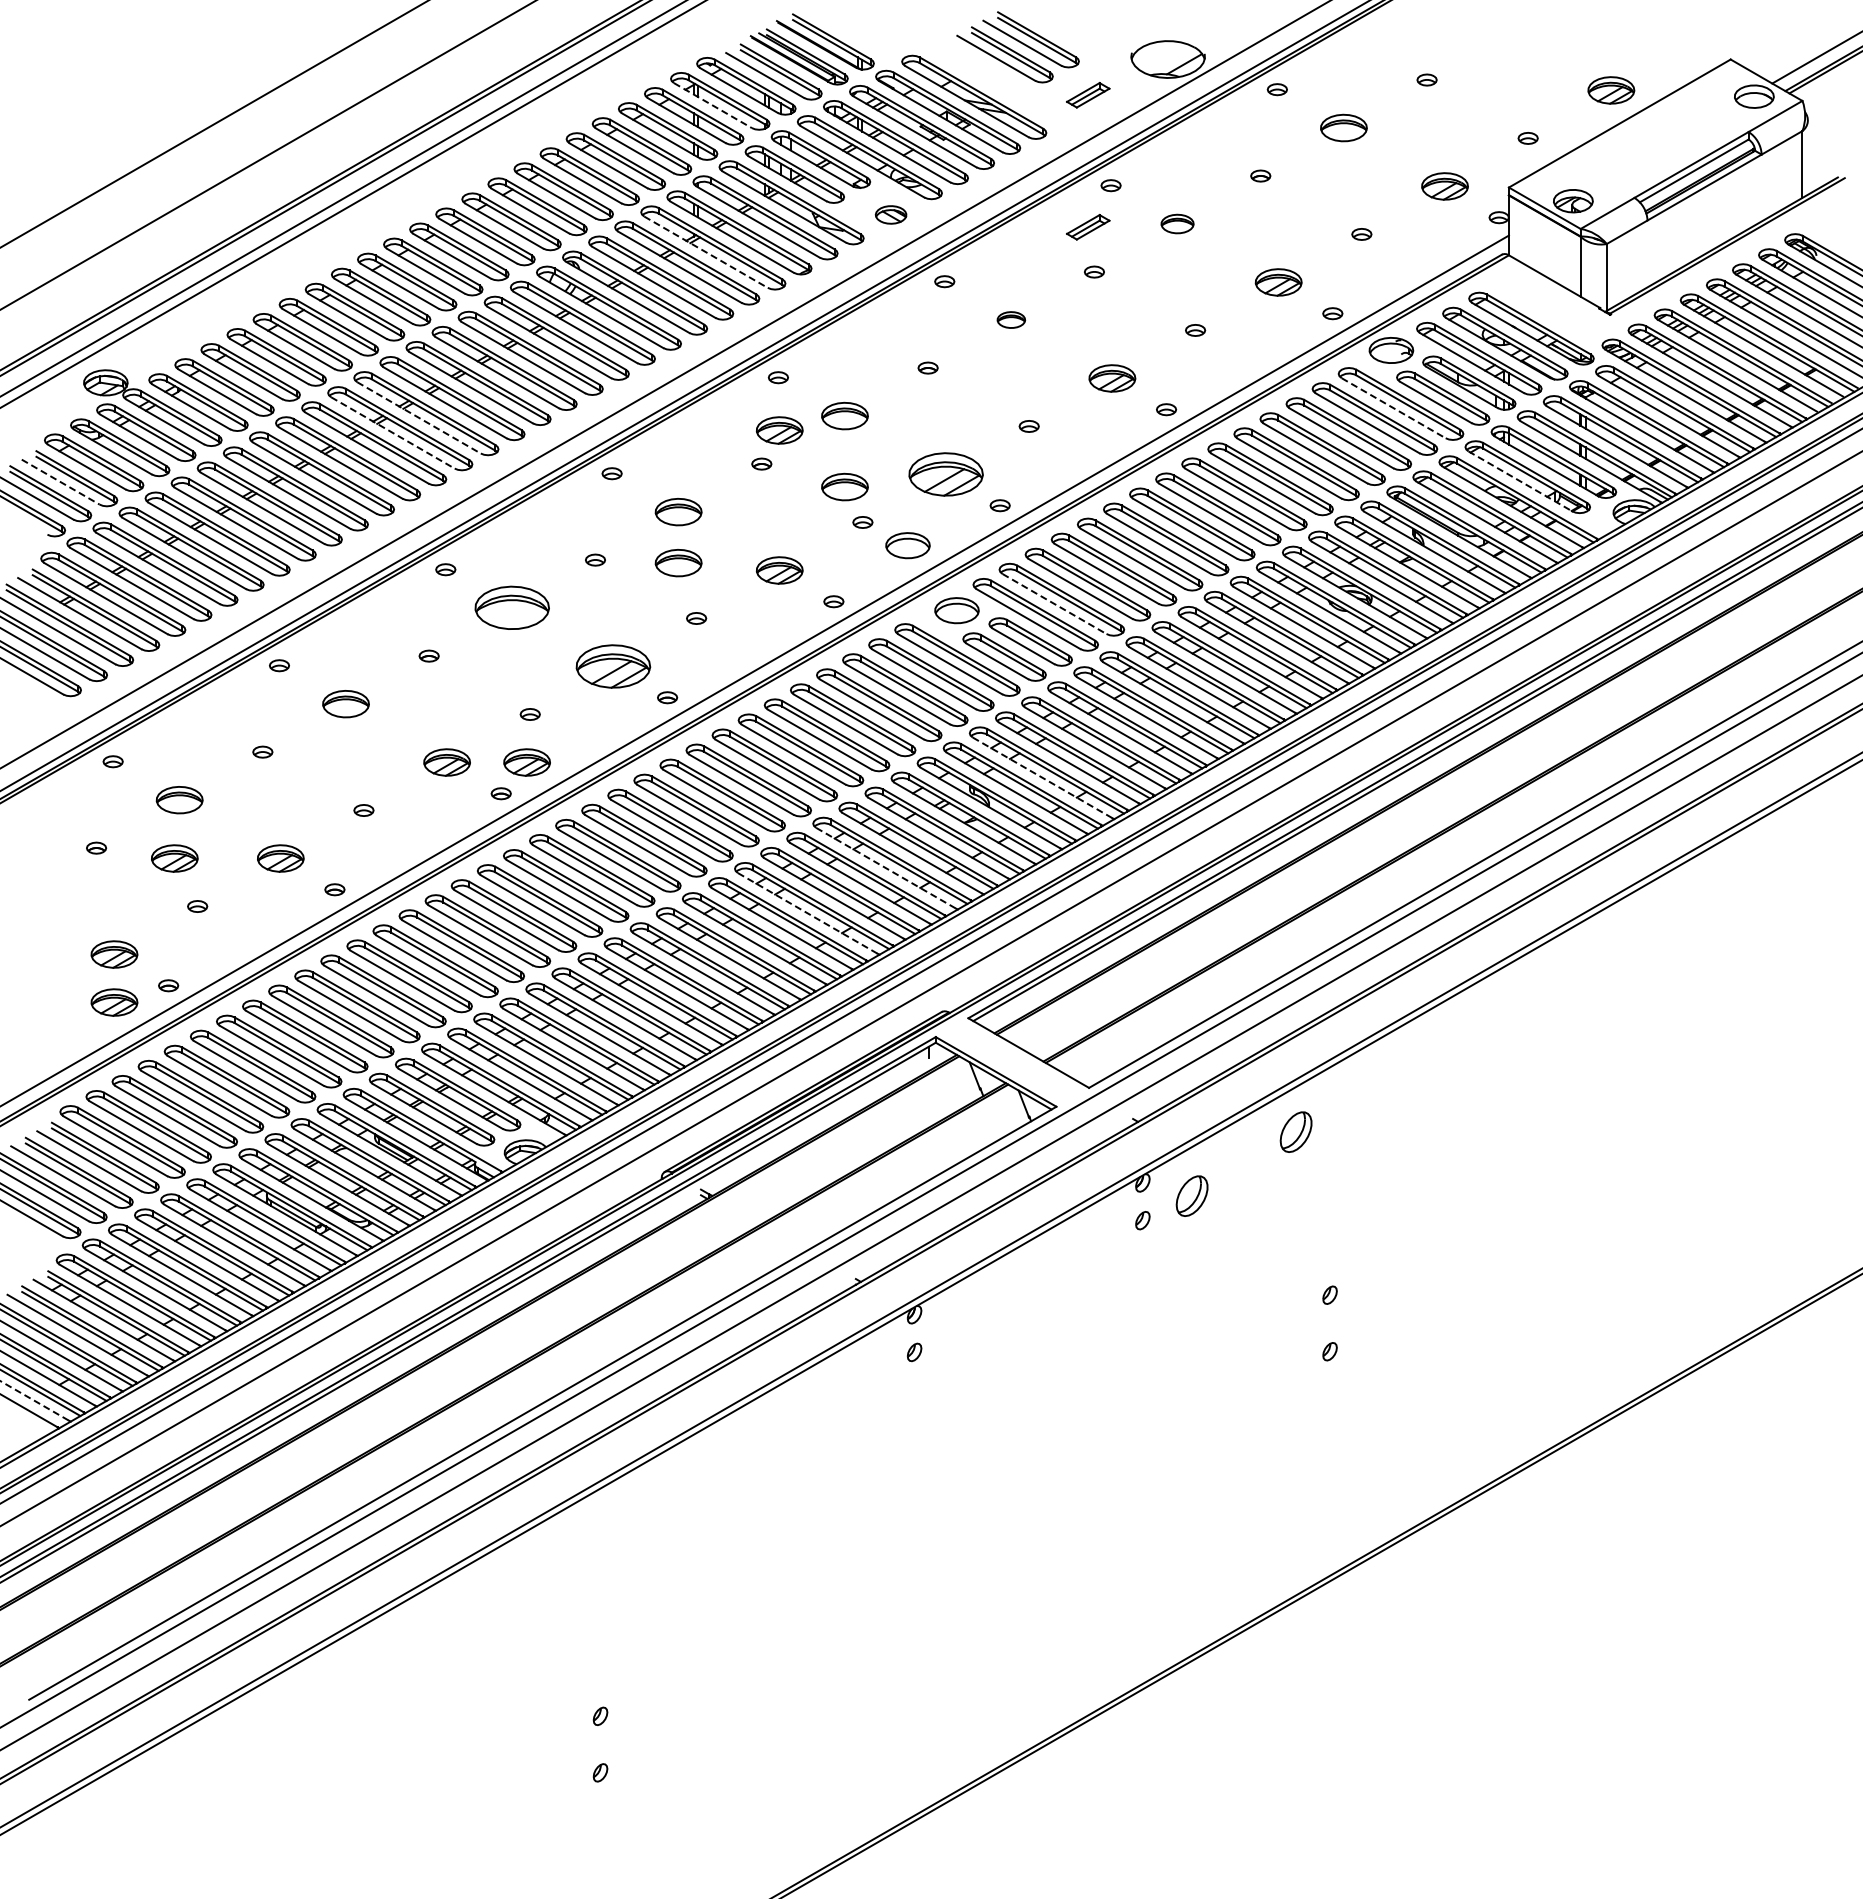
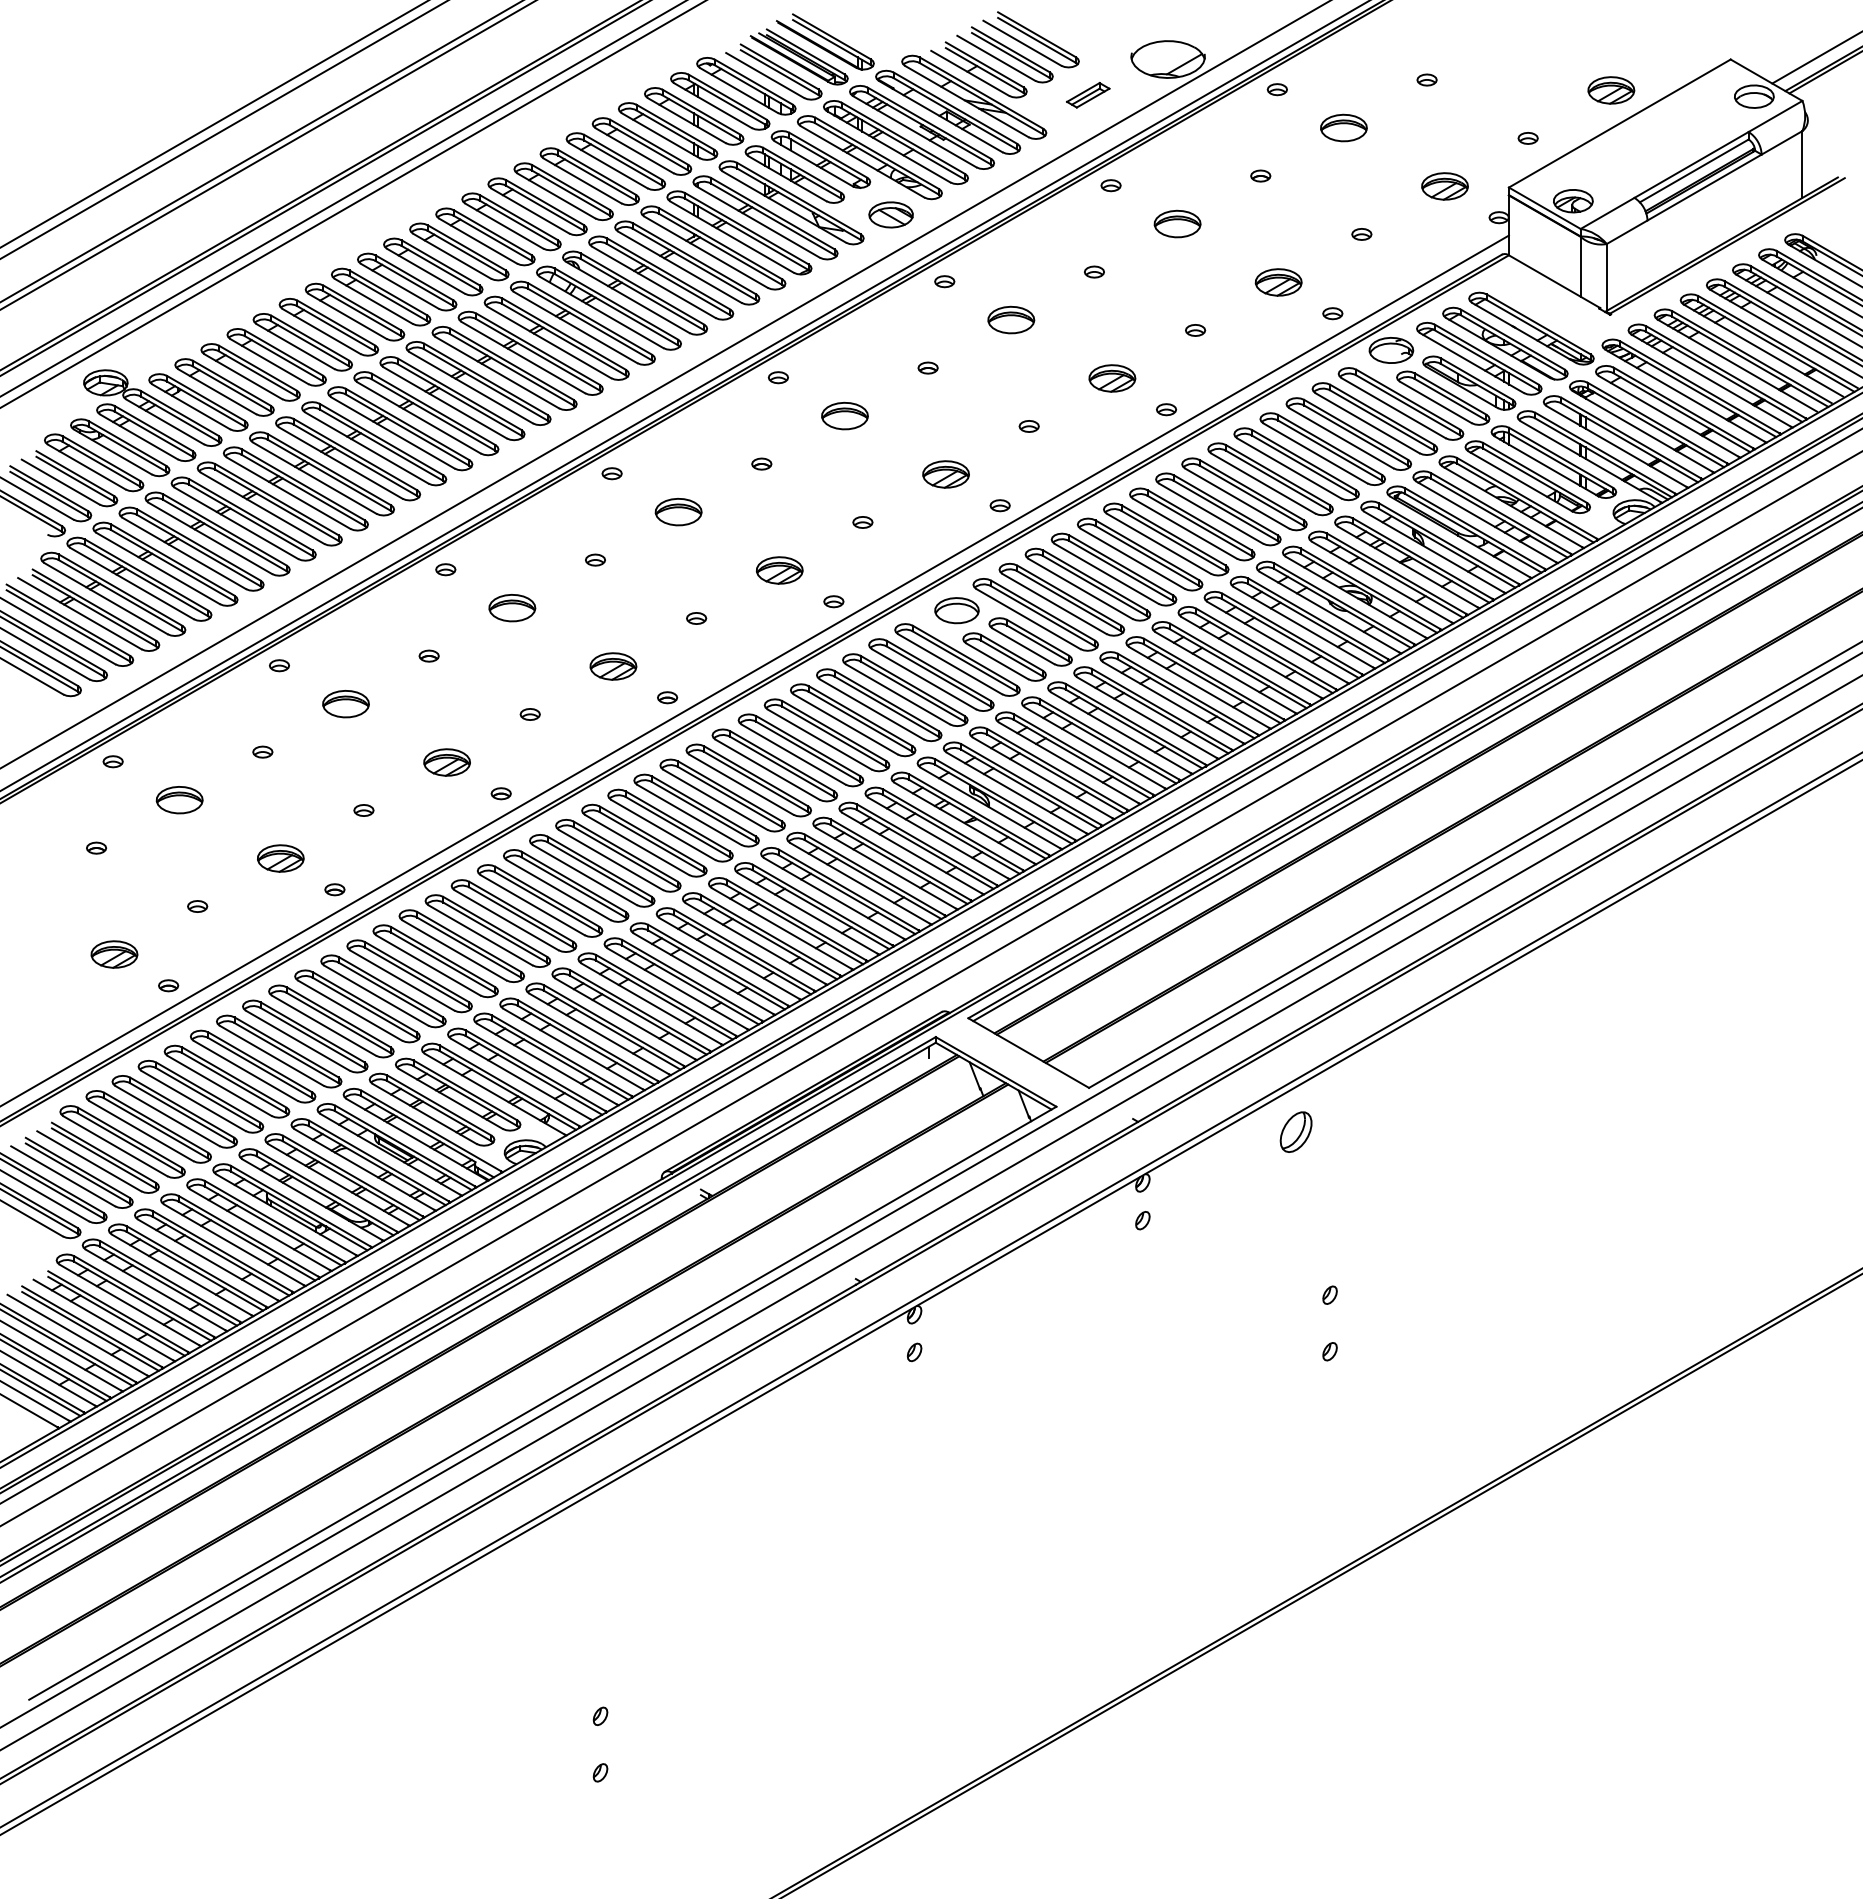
part at (978, 69): none -> present
line at (712, 105): dashed -> solid
line at (223, 129): none -> present
line at (261, 151): none -> present
part at (890, 214) size: 34x20 px -> 46x28 px
part at (1177, 223) size: 35x22 px -> 49x30 px
part at (1088, 227): present -> none
line at (706, 252): dashed -> solid
part at (1011, 319) size: 31x18 px -> 49x30 px
line at (1394, 408): dashed -> solid
line at (419, 418): dashed -> solid
part at (779, 430): present -> none
line at (393, 433): dashed -> solid
part at (945, 474) size: 76x45 px -> 48x29 px
line at (1520, 481): dashed -> solid
line at (60, 482): dashed -> solid
part at (844, 486): present -> none
part at (907, 545): present -> none
part at (678, 563): present -> none
line at (1054, 604): dashed -> solid
part at (511, 607) size: 76x45 px -> 49x29 px
part at (613, 666) size: 77x45 px -> 49x29 px
part at (526, 762): present -> none
line at (1042, 777): dashed -> solid
part at (174, 858): present -> none
line at (886, 868): dashed -> solid
line at (807, 913): dashed -> solid
part at (114, 1002): present -> none
part at (1191, 1195): present -> none
line at (34, 1400): dashed -> solid
